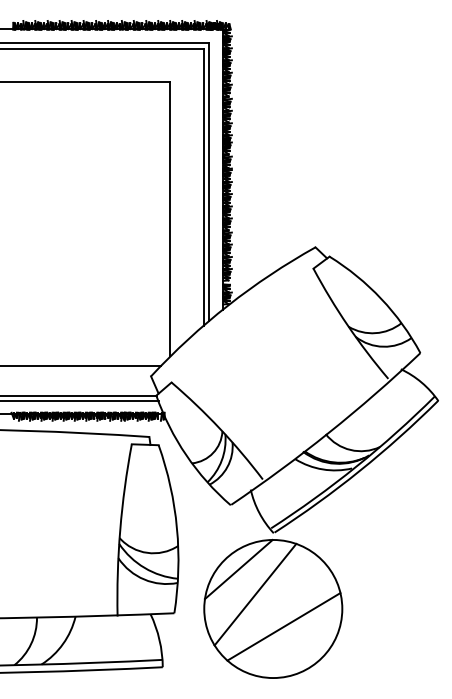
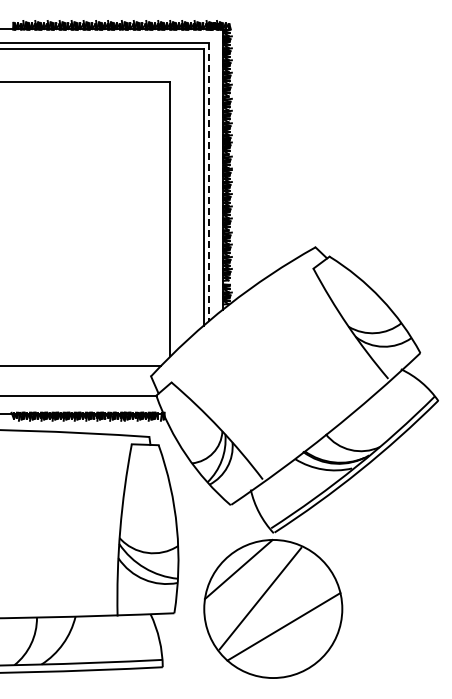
line at (209, 182): solid -> dashed
line at (80, 401): present -> none
line at (255, 594) position: (255, 594) -> (260, 598)
